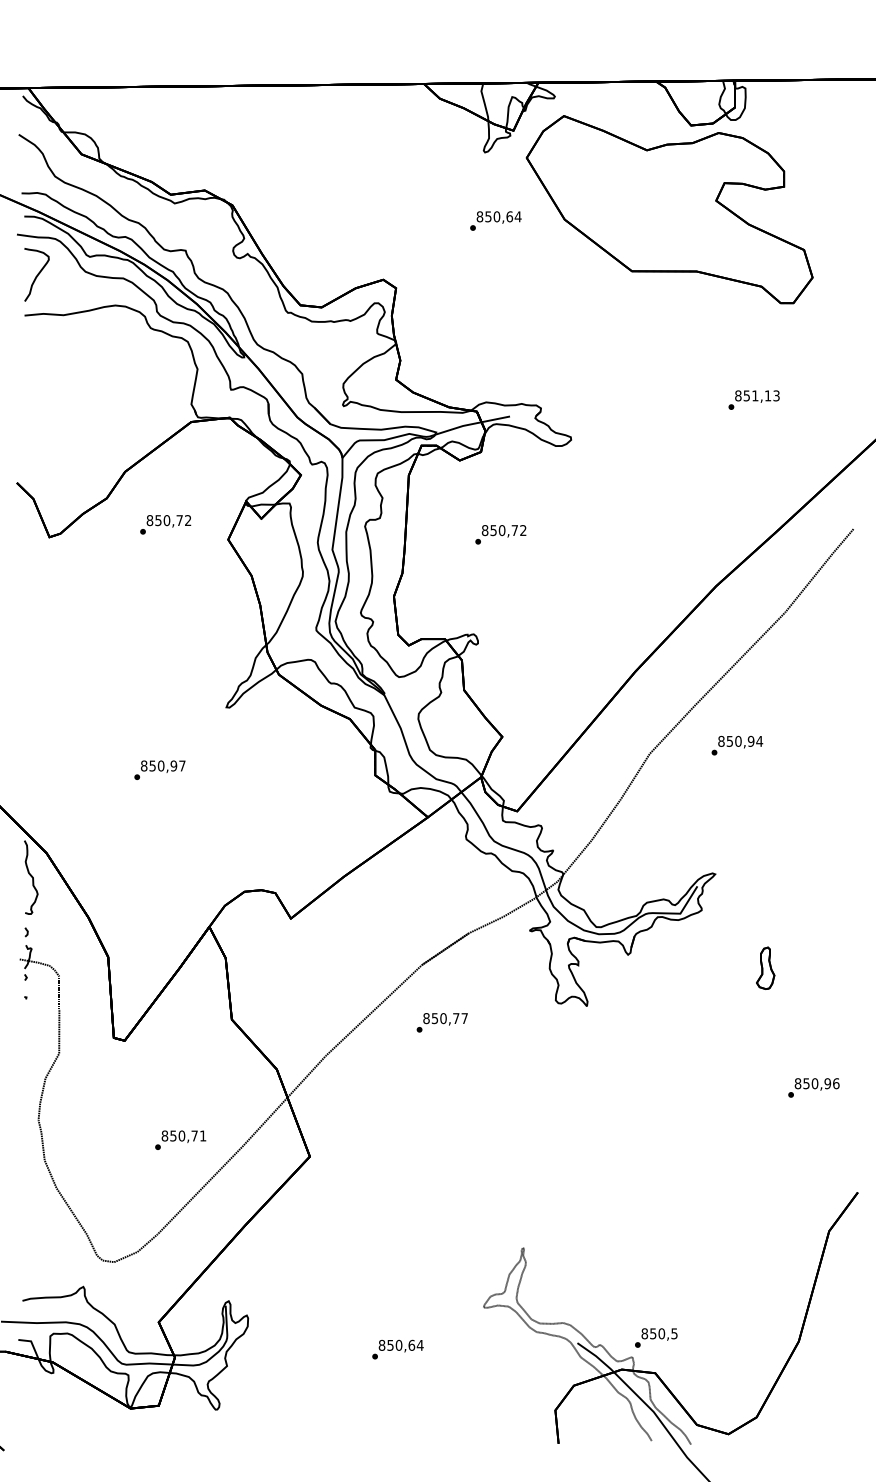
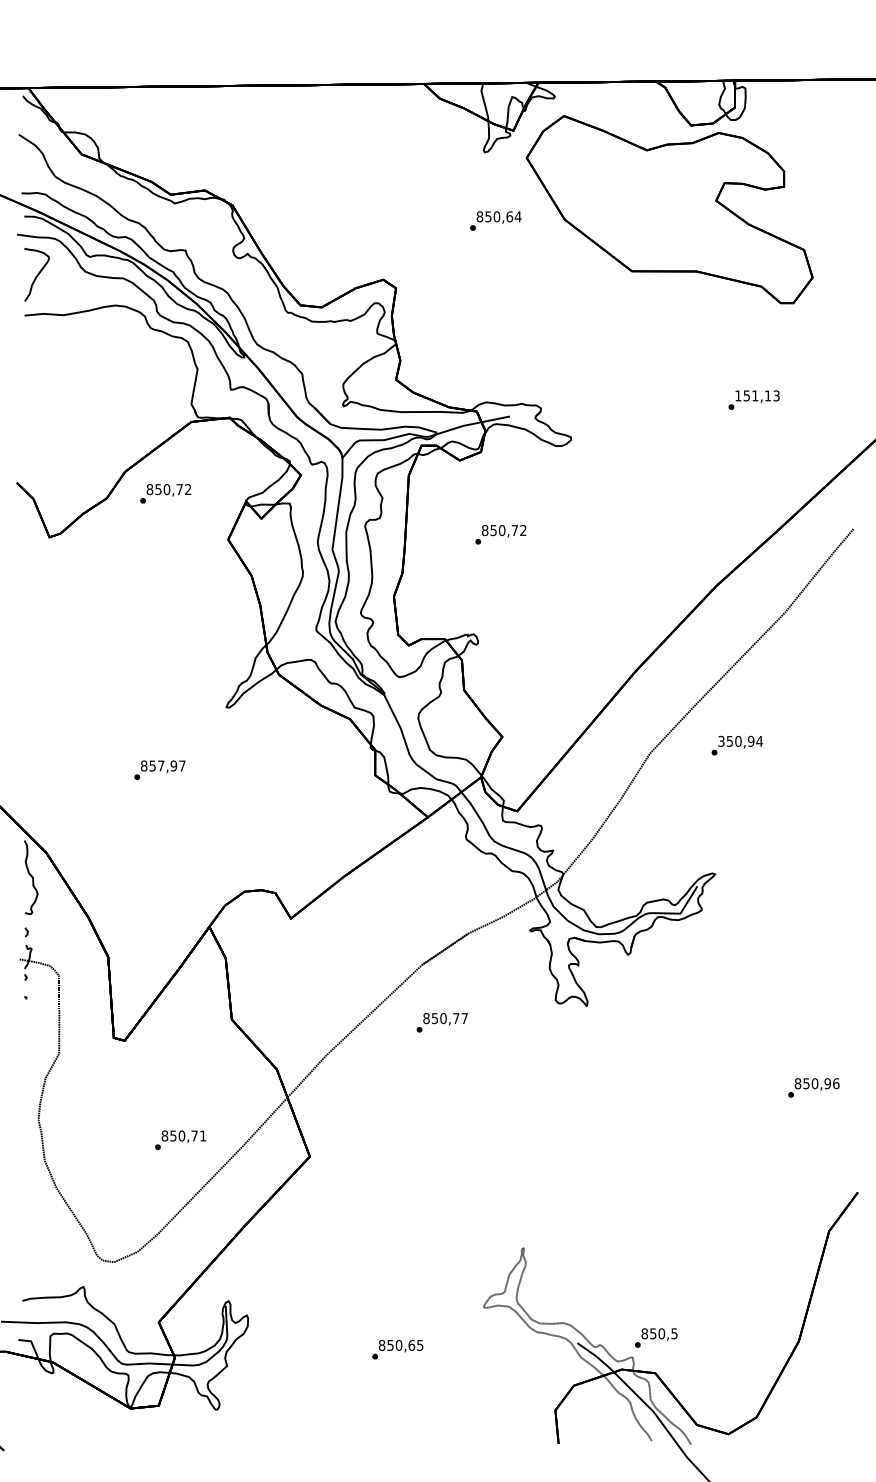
text at (738, 395): 851,13 -> 151,13
text at (165, 524) position: (165, 524) -> (165, 493)
text at (721, 741): 850,94 -> 350,94
text at (160, 765): 850,97 -> 857,97
part at (765, 967): present -> none
text at (419, 1345): 850,64 -> 850,65
